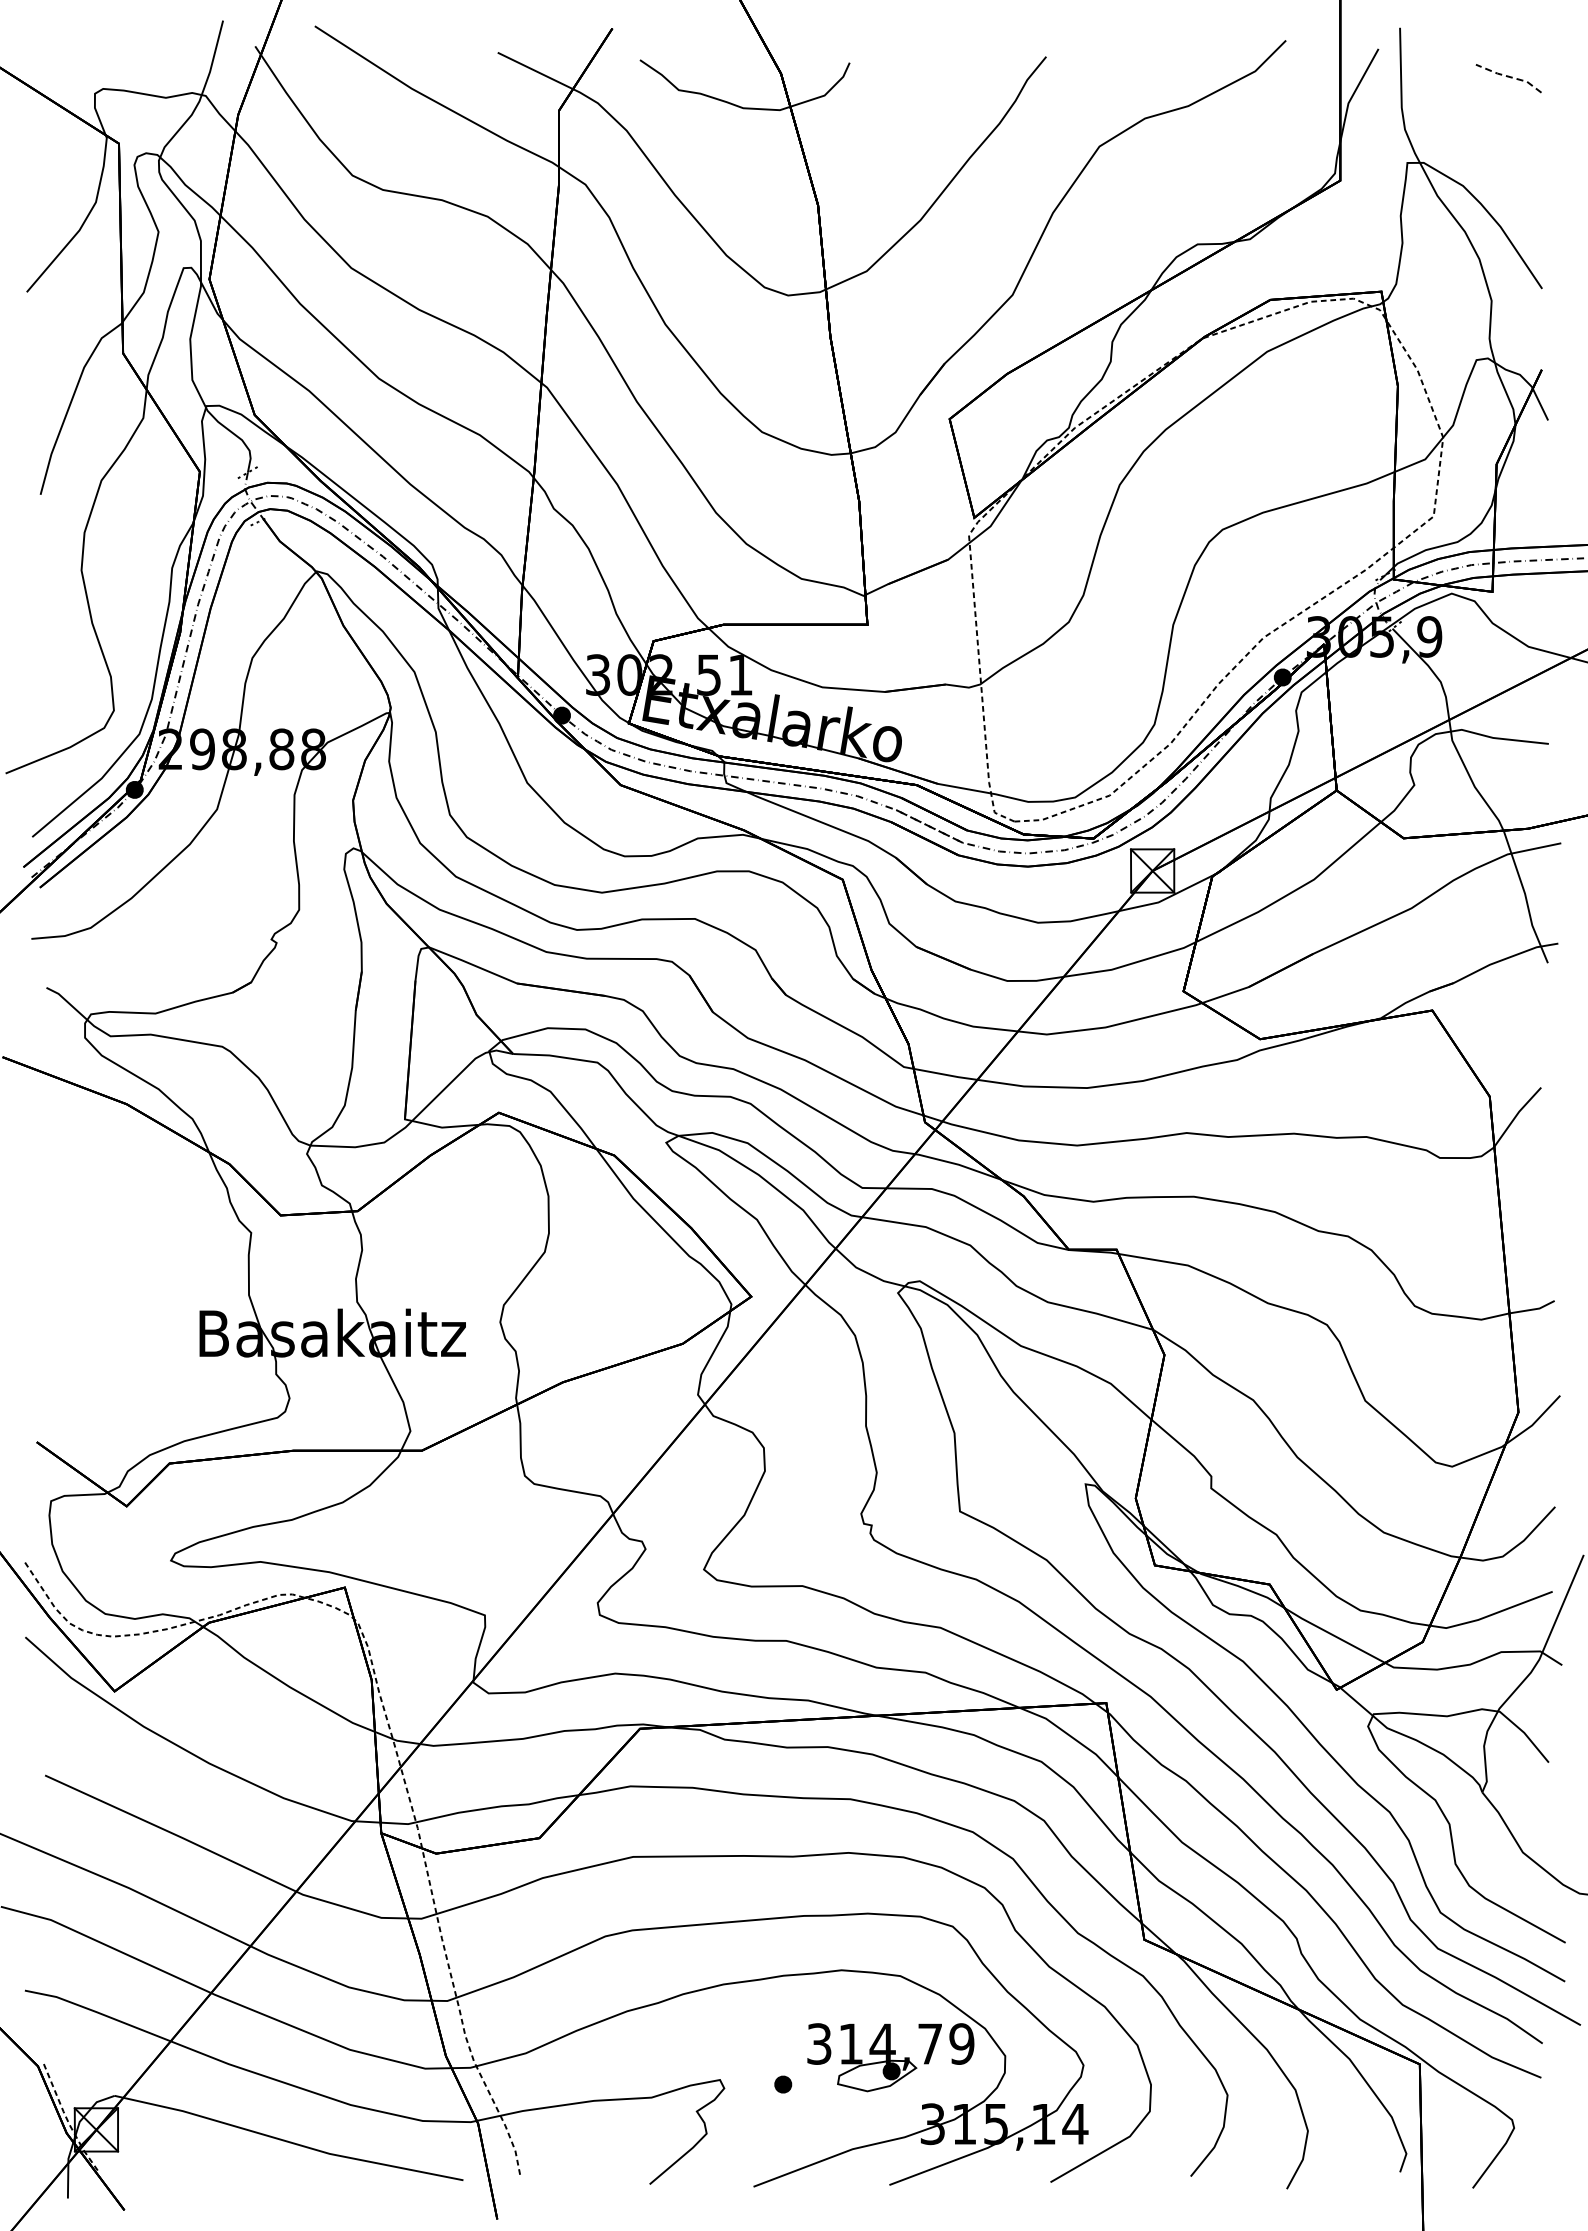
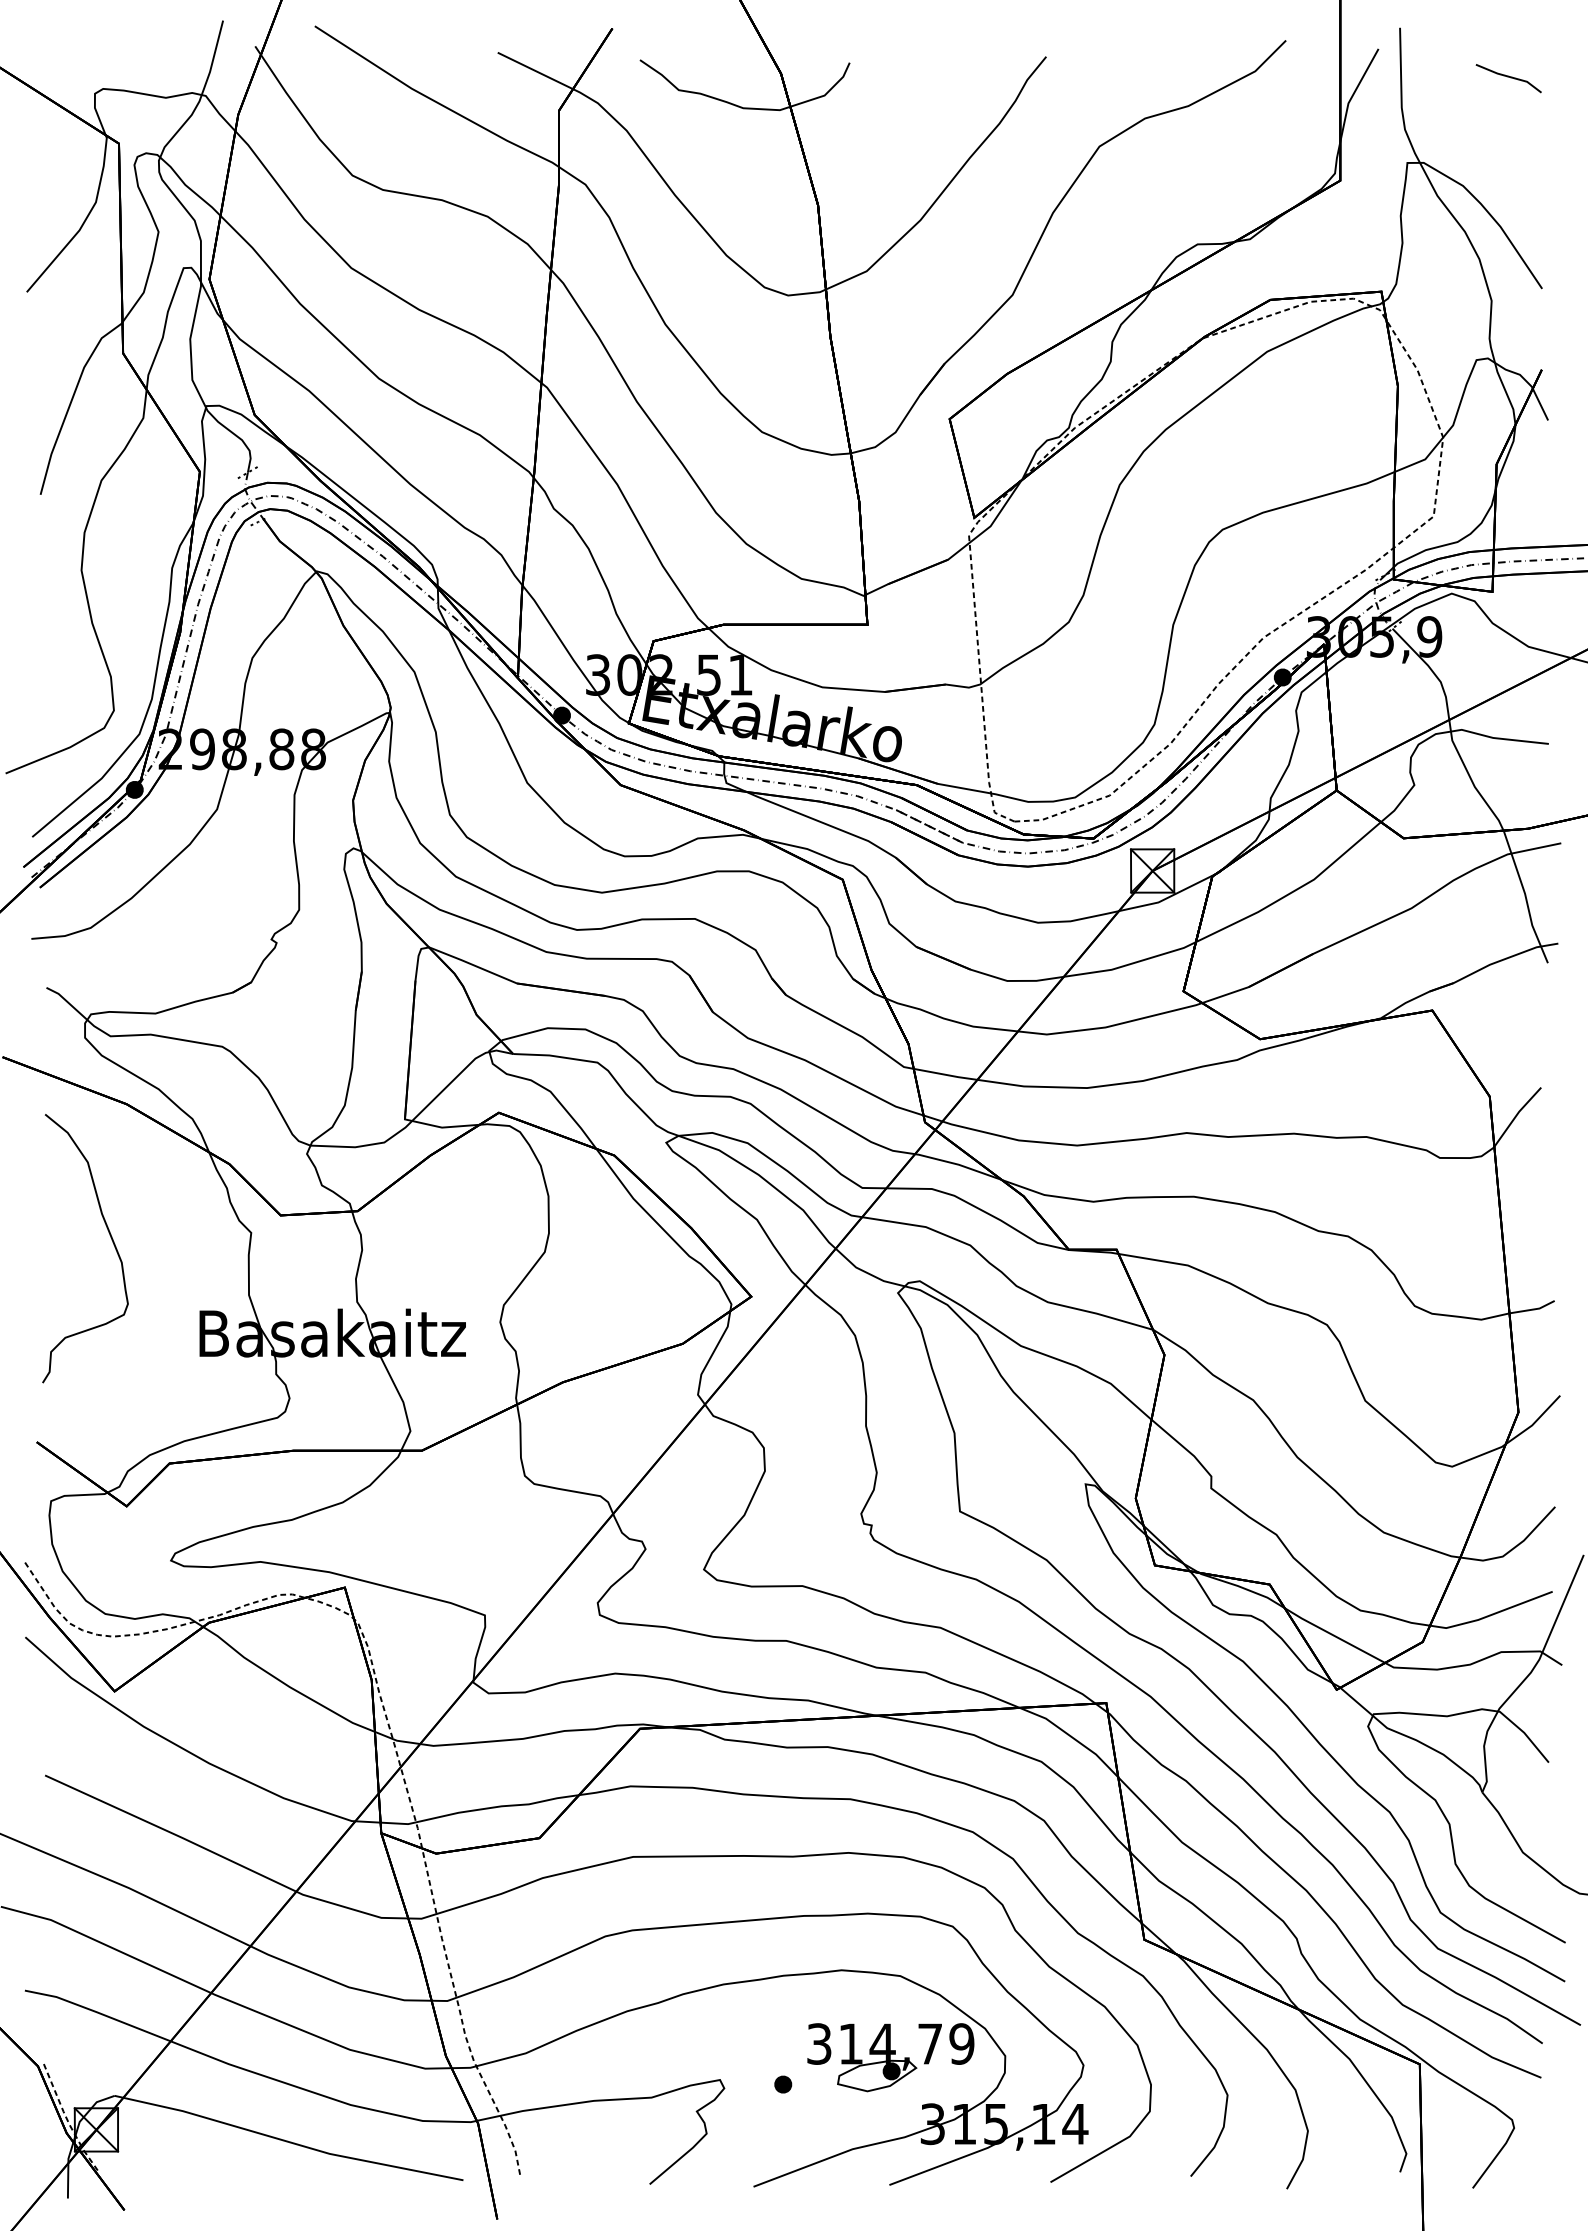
line at (1509, 77): dashed -> solid
curve at (111, 1240): none -> present
